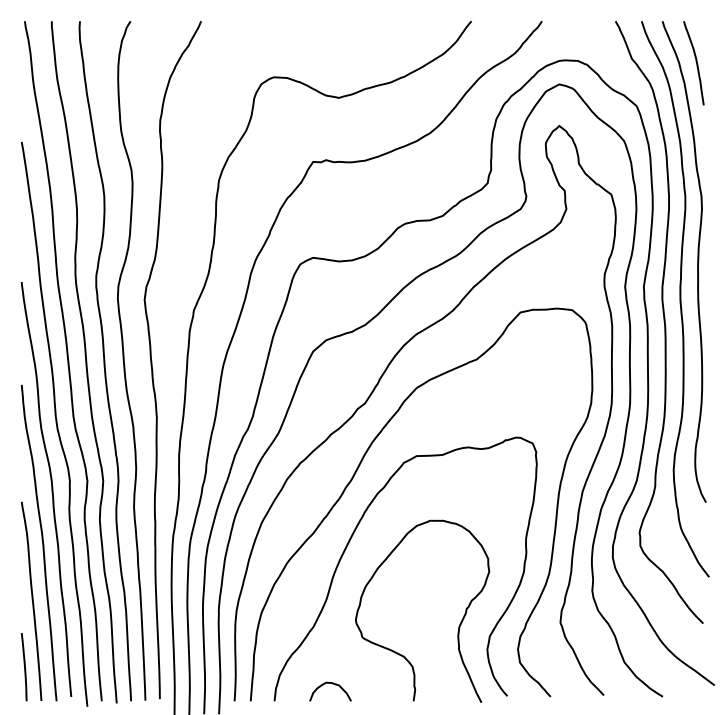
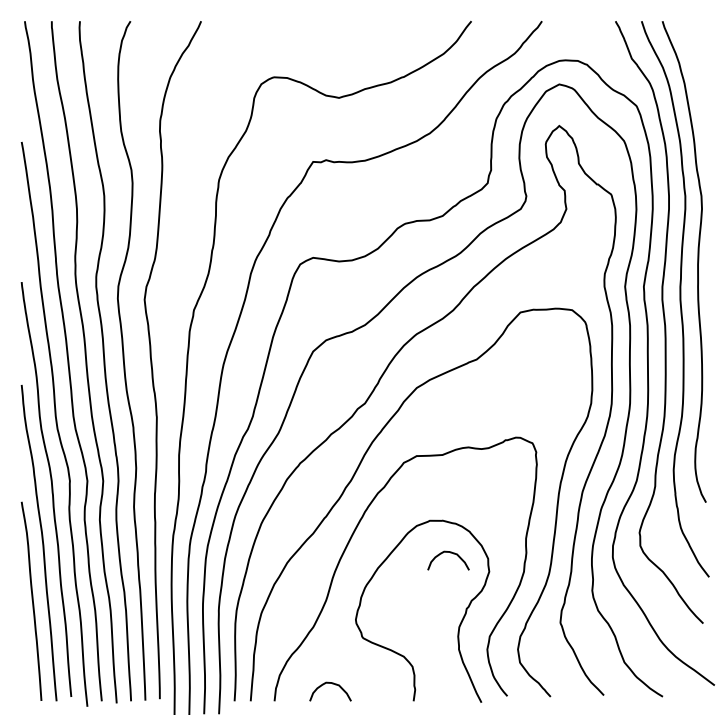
curve at (695, 61): present -> none
curve at (450, 553): none -> present
line at (24, 667): present -> none
